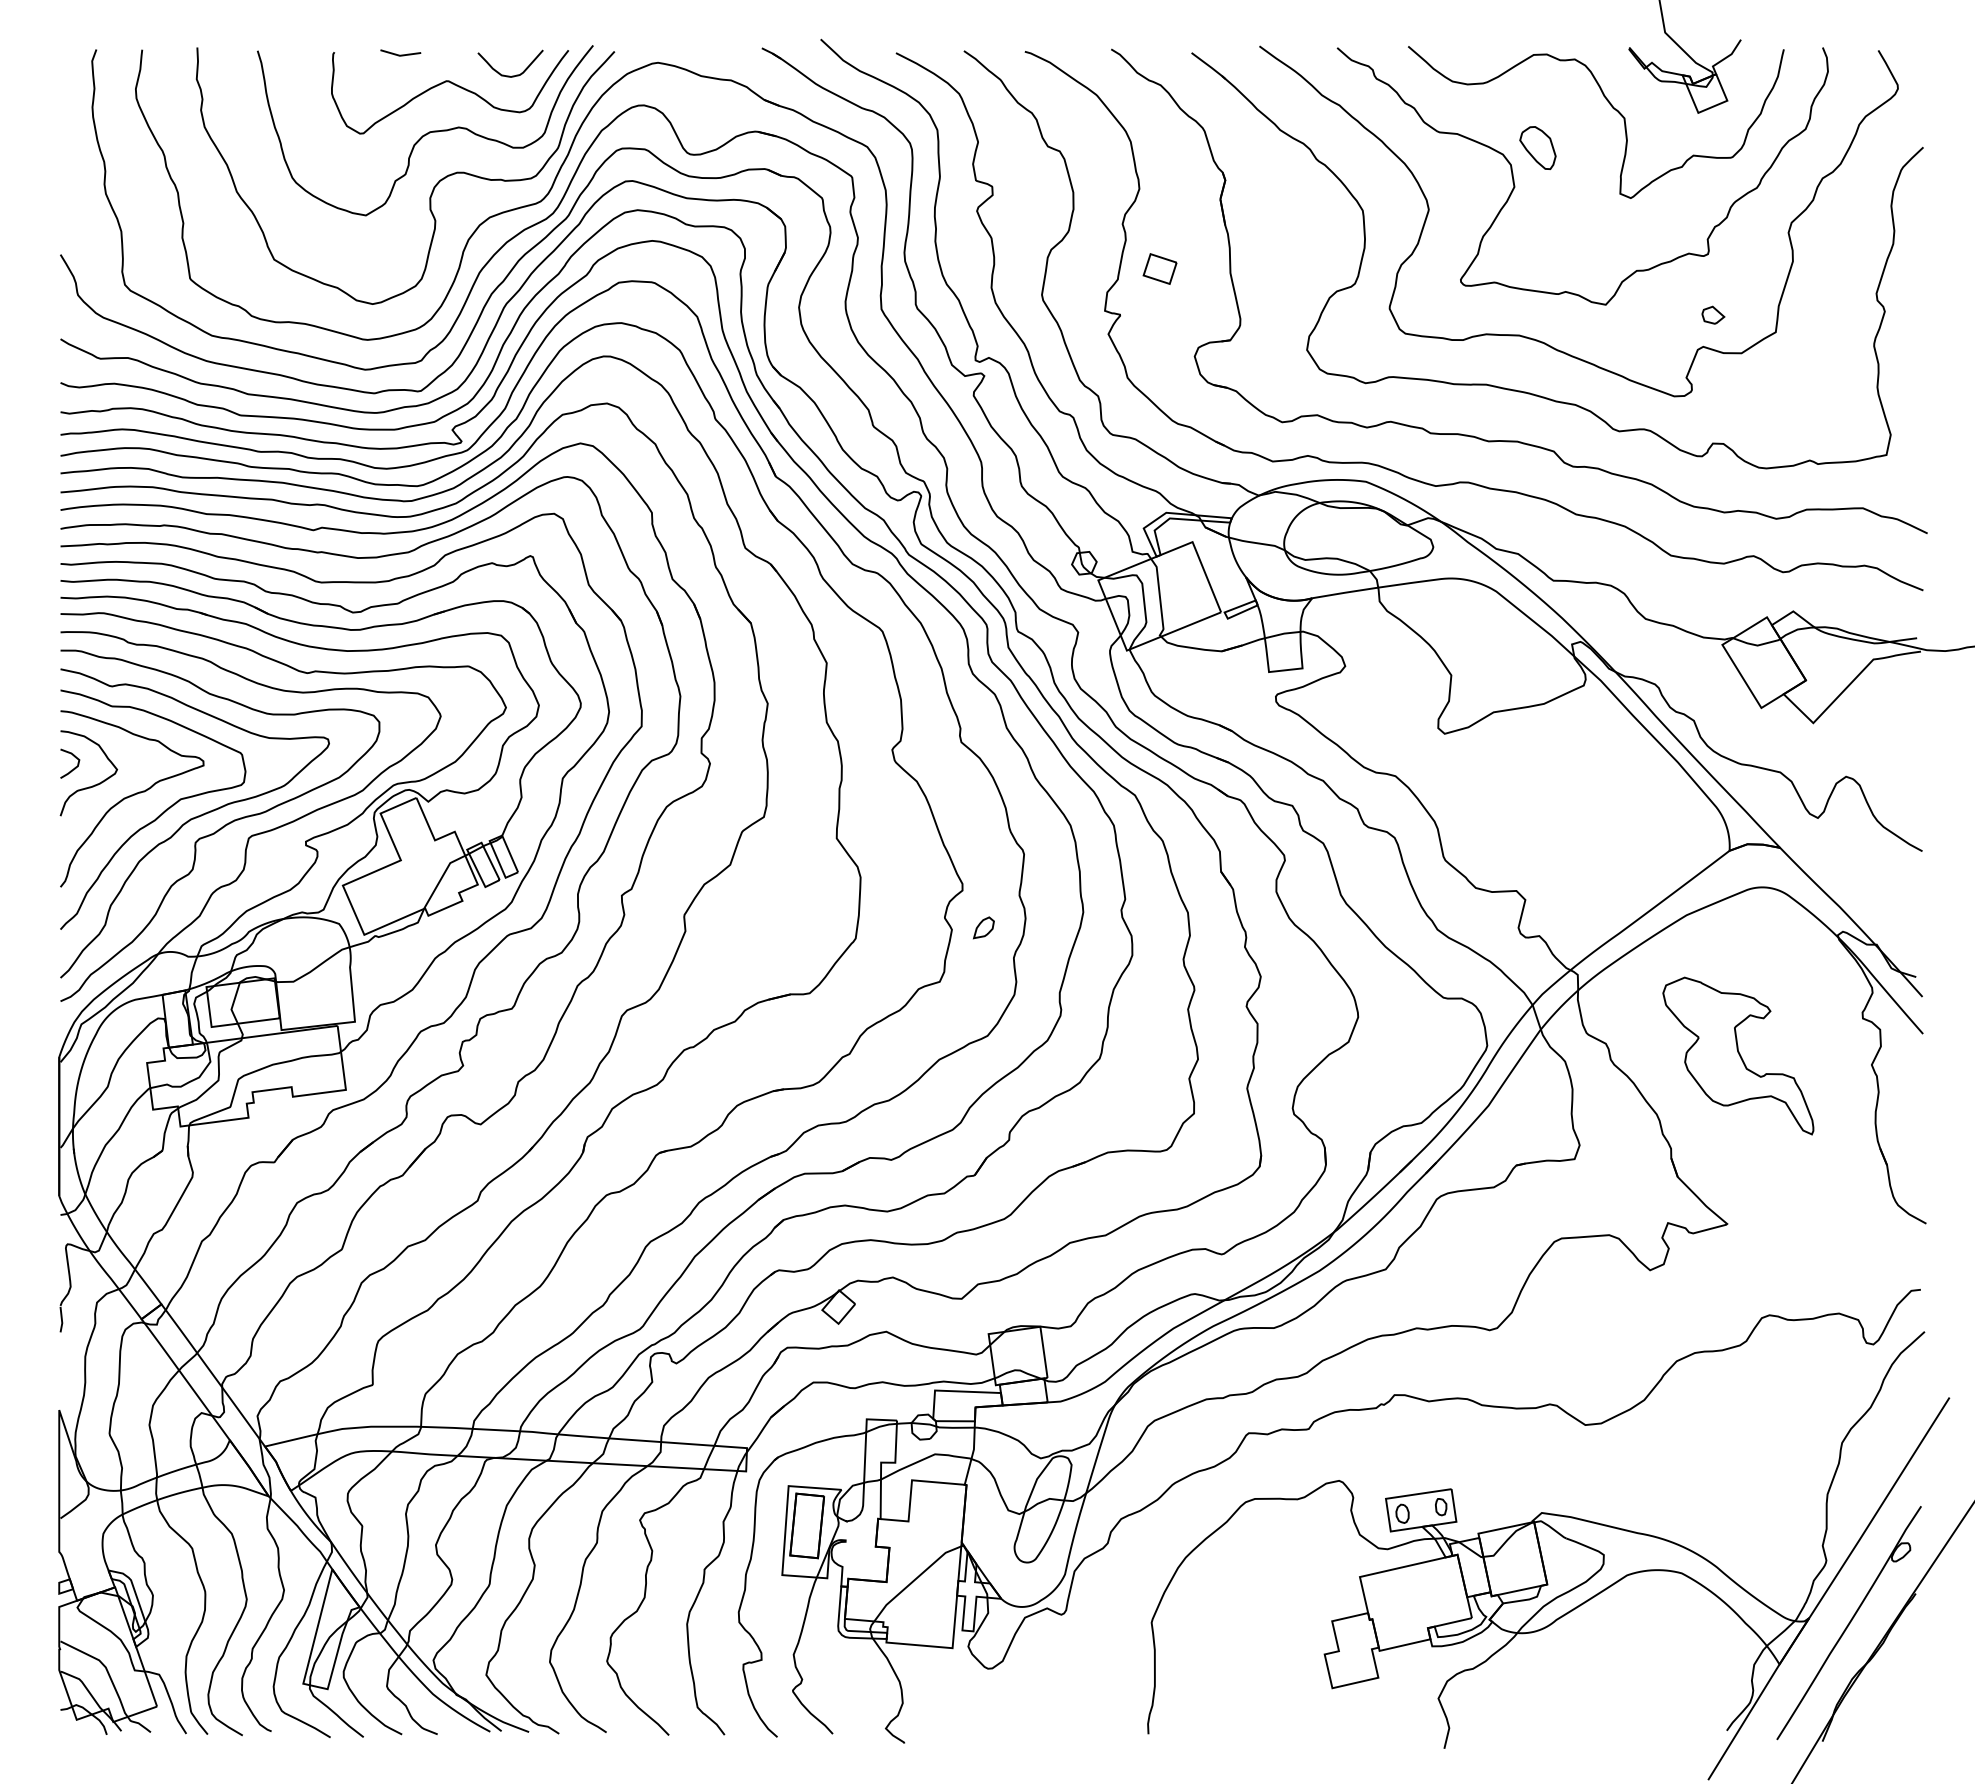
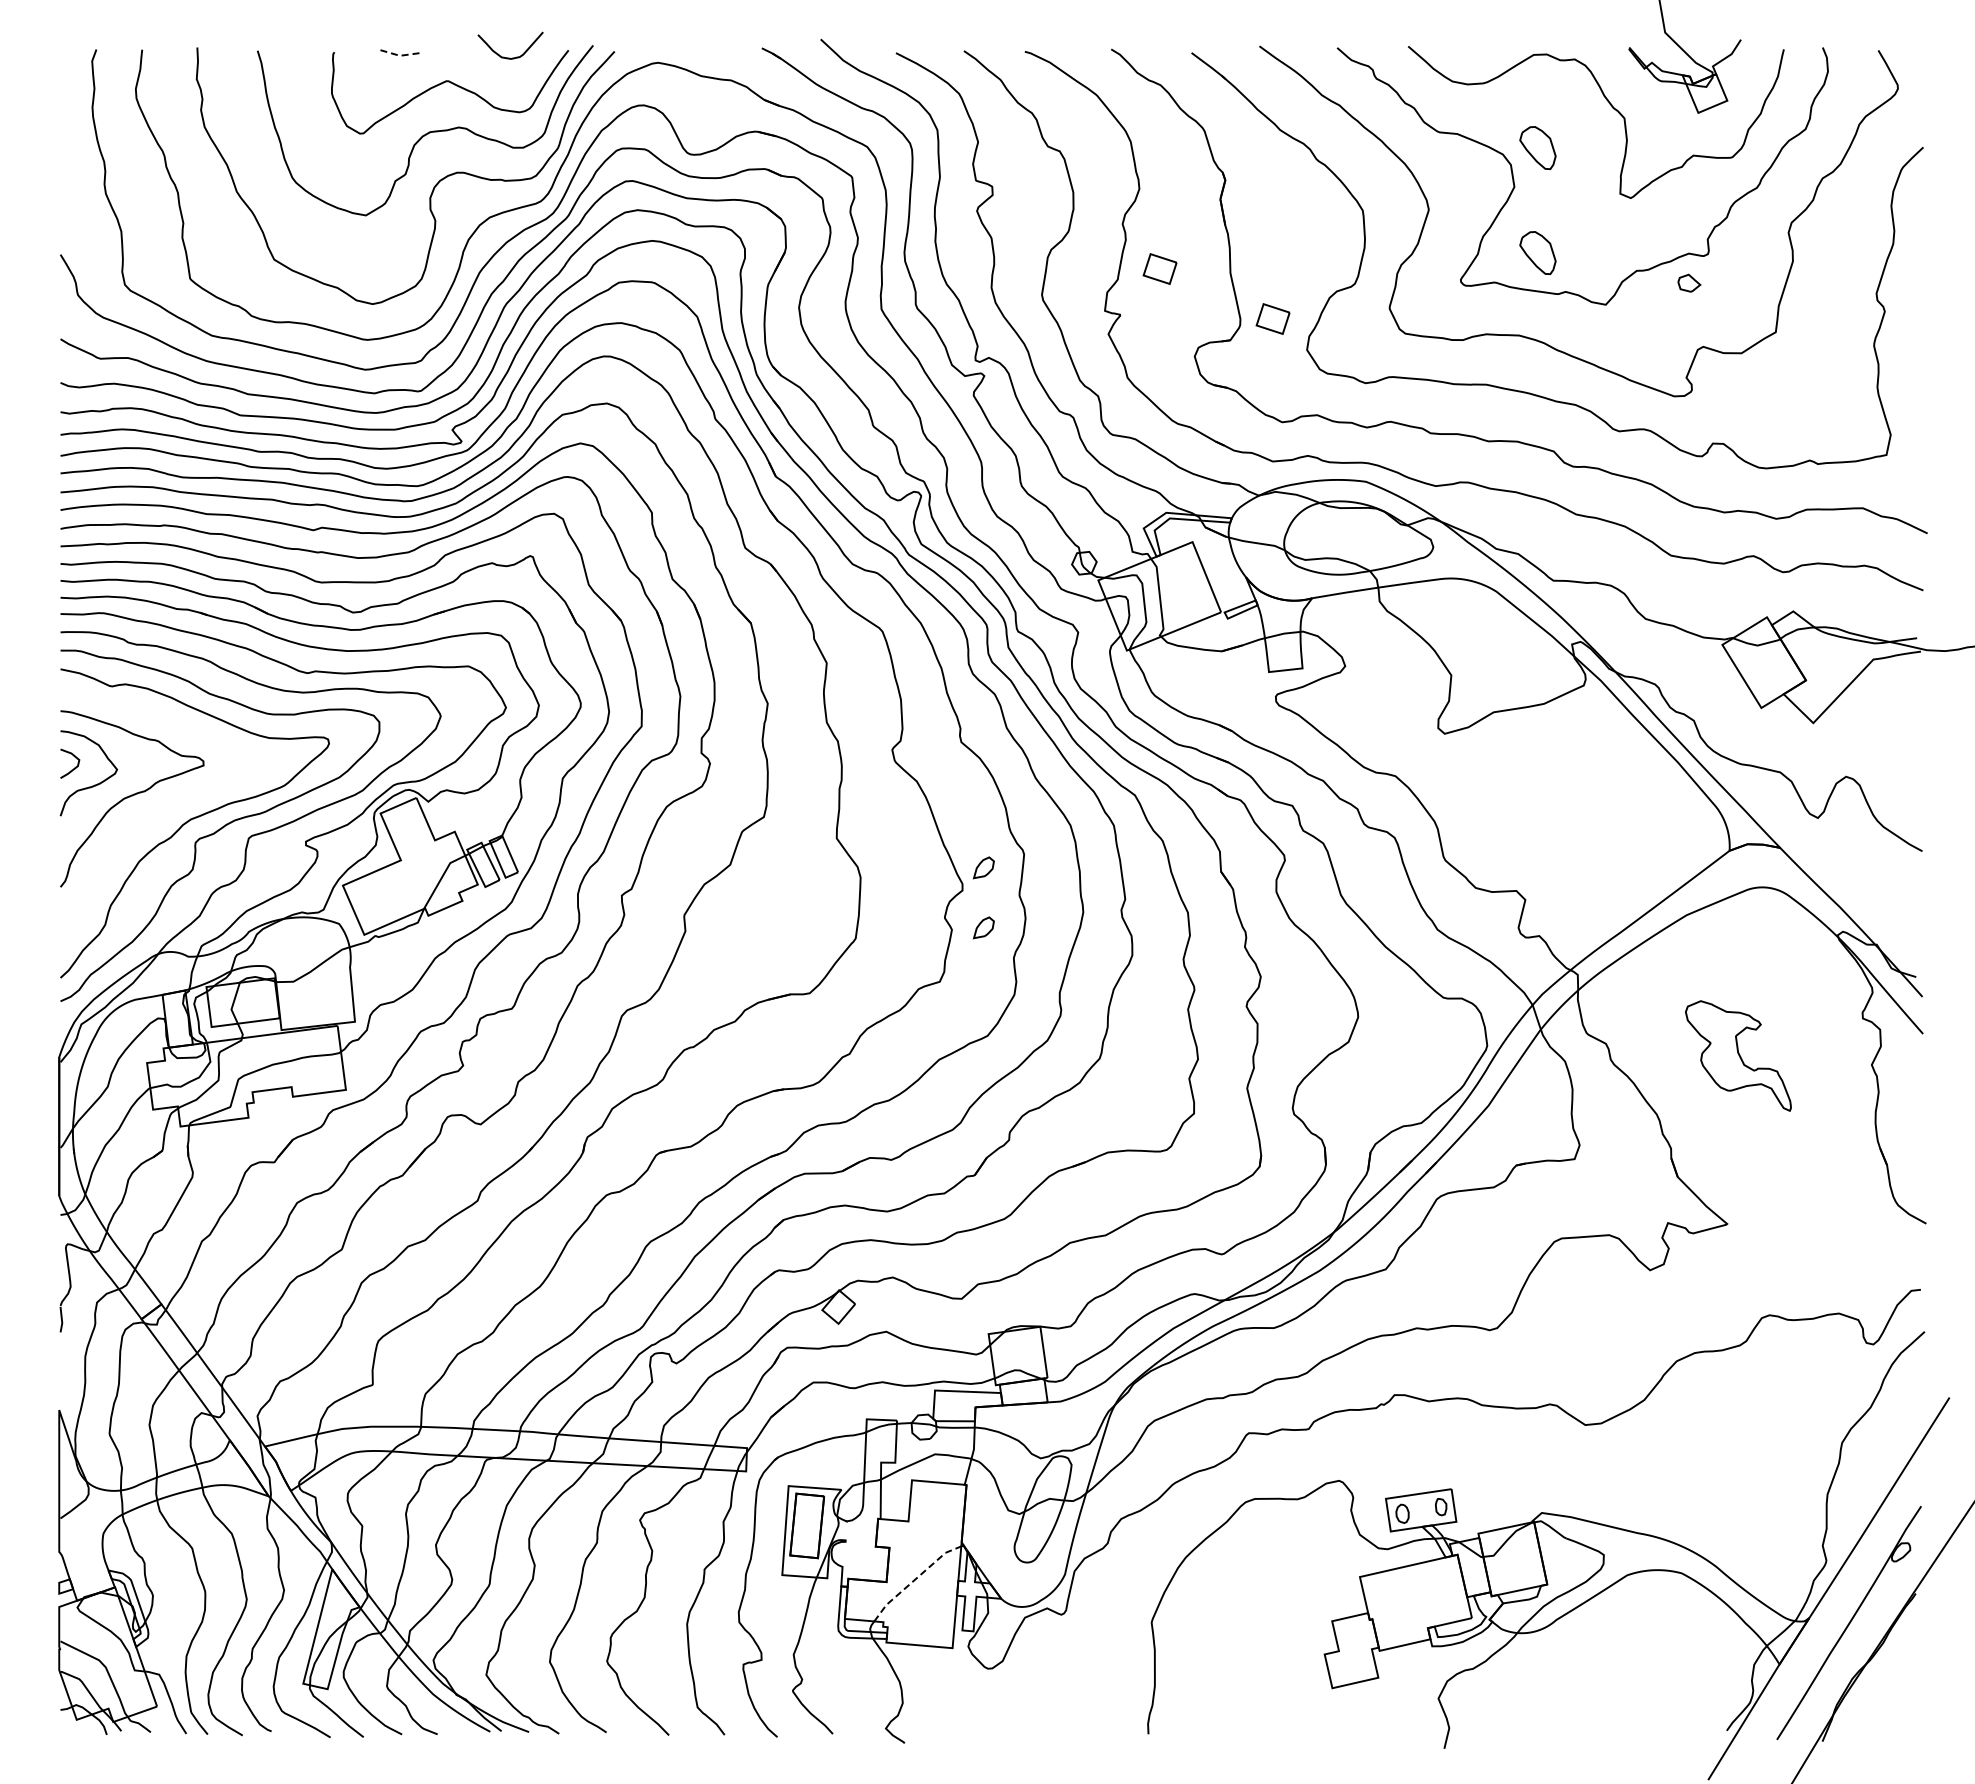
line at (399, 55): solid -> dashed
curve at (509, 75) position: (509, 75) -> (509, 57)
part at (1537, 252): none -> present
part at (1713, 314) position: (1713, 314) -> (1689, 282)
part at (1272, 318): none -> present
curve at (158, 815): present -> none
part at (983, 867): none -> present
part at (1738, 1055) size: 153x160 px -> 107x112 px
line at (914, 1579): solid -> dashed
